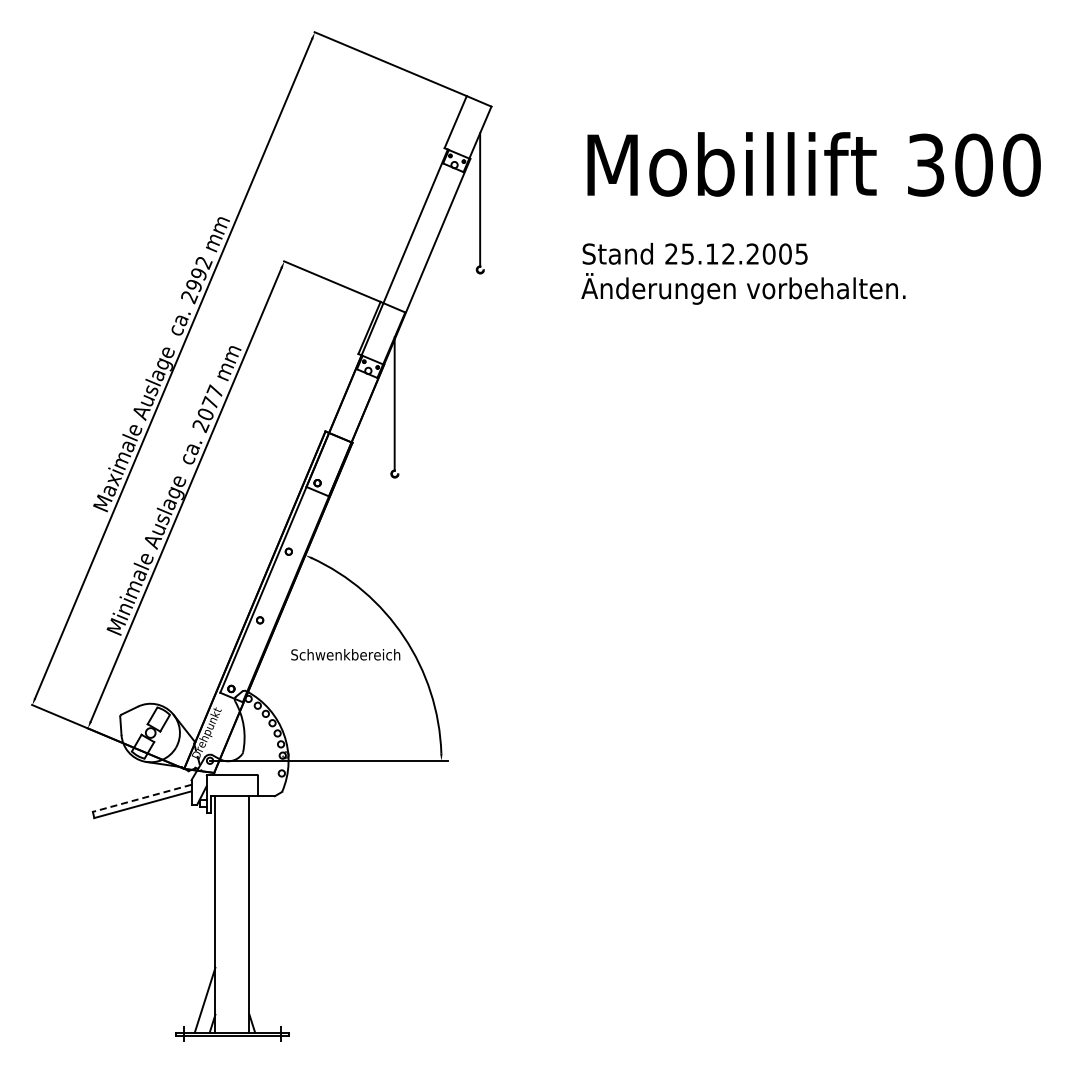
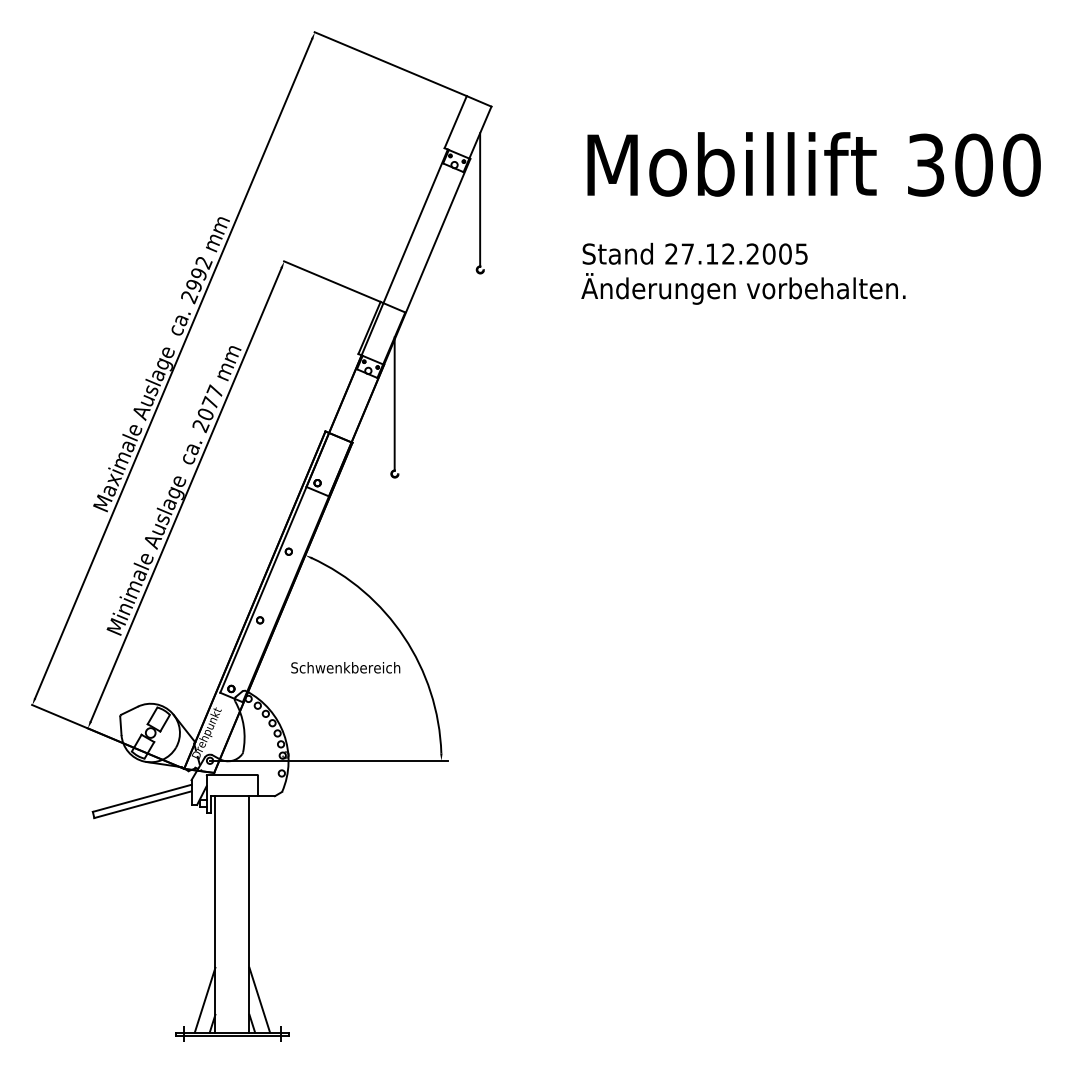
text at (687, 253): 25.12.2005 -> 27.12.2005
text at (345, 654) position: (345, 654) -> (345, 667)
line at (141, 798): dashed -> solid
line at (259, 999): none -> present
